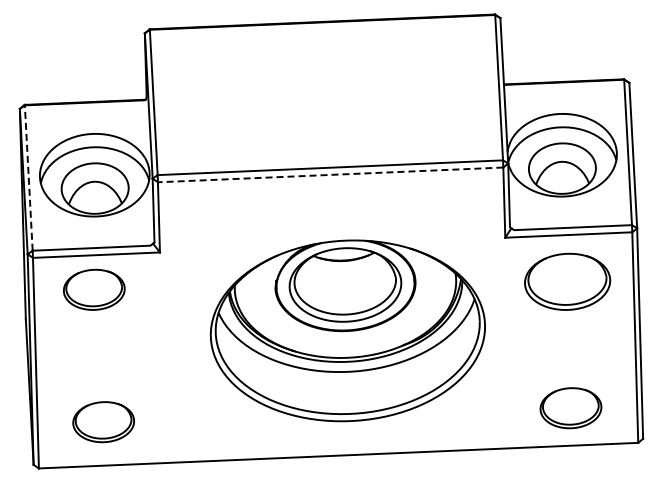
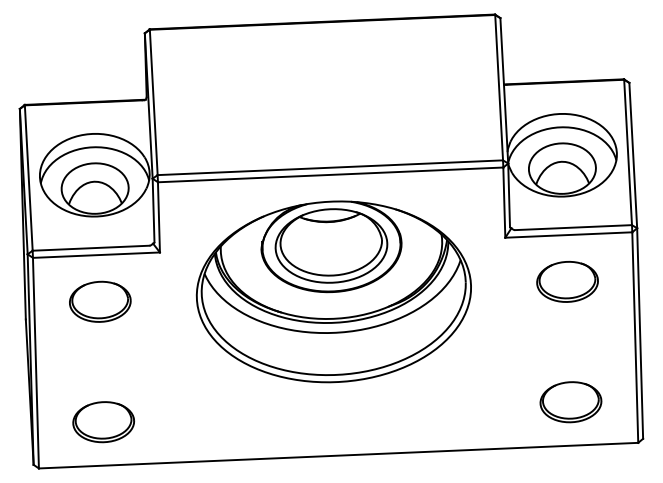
line at (330, 174): dashed -> solid
line at (28, 178): dashed -> solid
part at (567, 281) size: 88x59 px -> 63x42 px
part at (94, 289) position: (94, 289) -> (100, 301)
part at (347, 330) position: (347, 330) -> (333, 291)
part at (570, 408) position: (570, 408) -> (570, 402)
